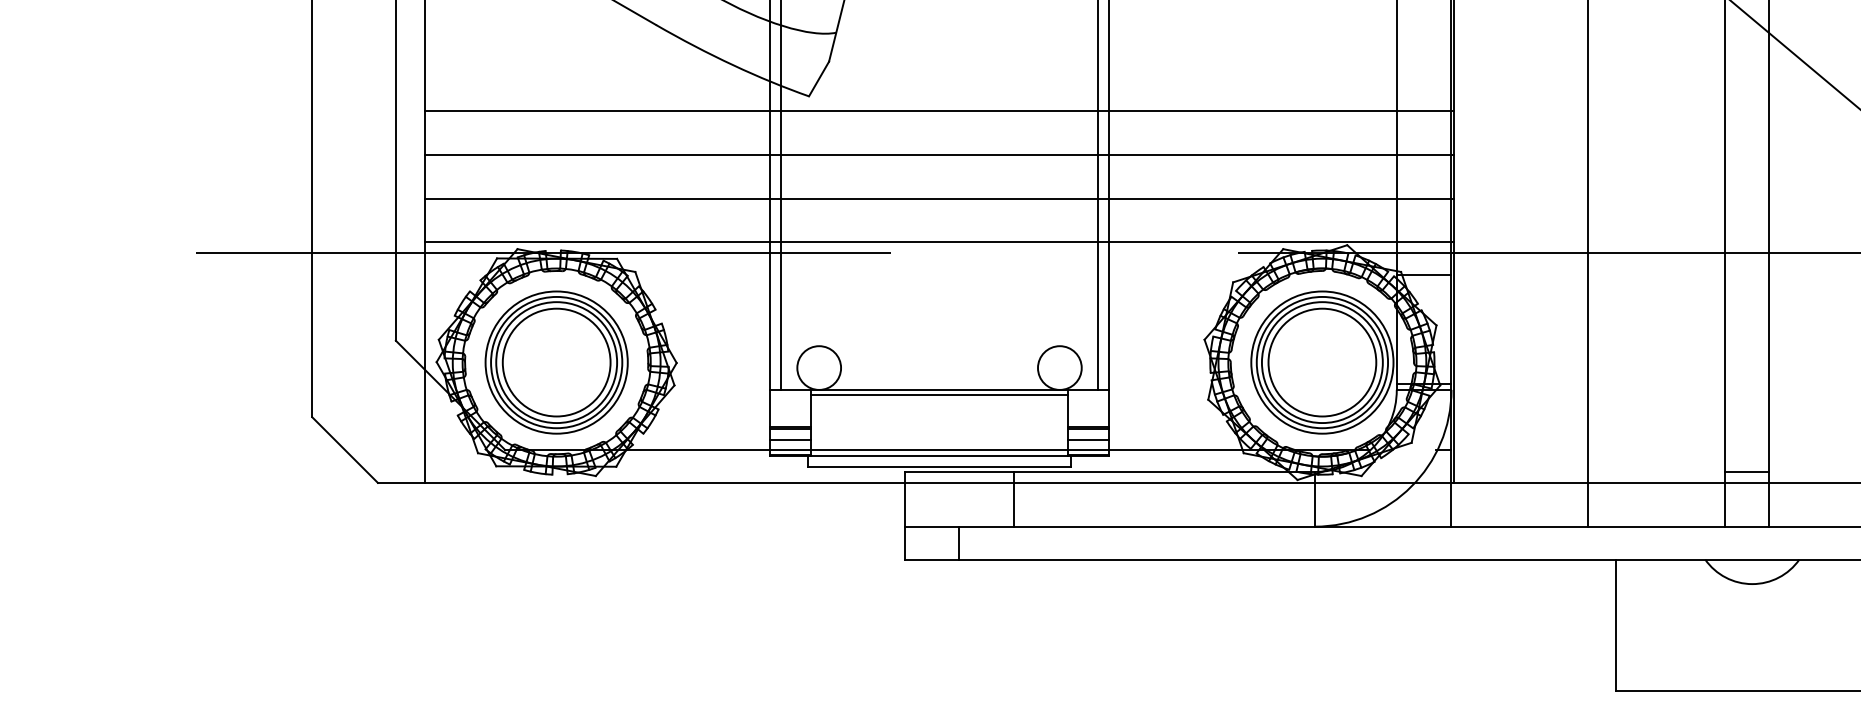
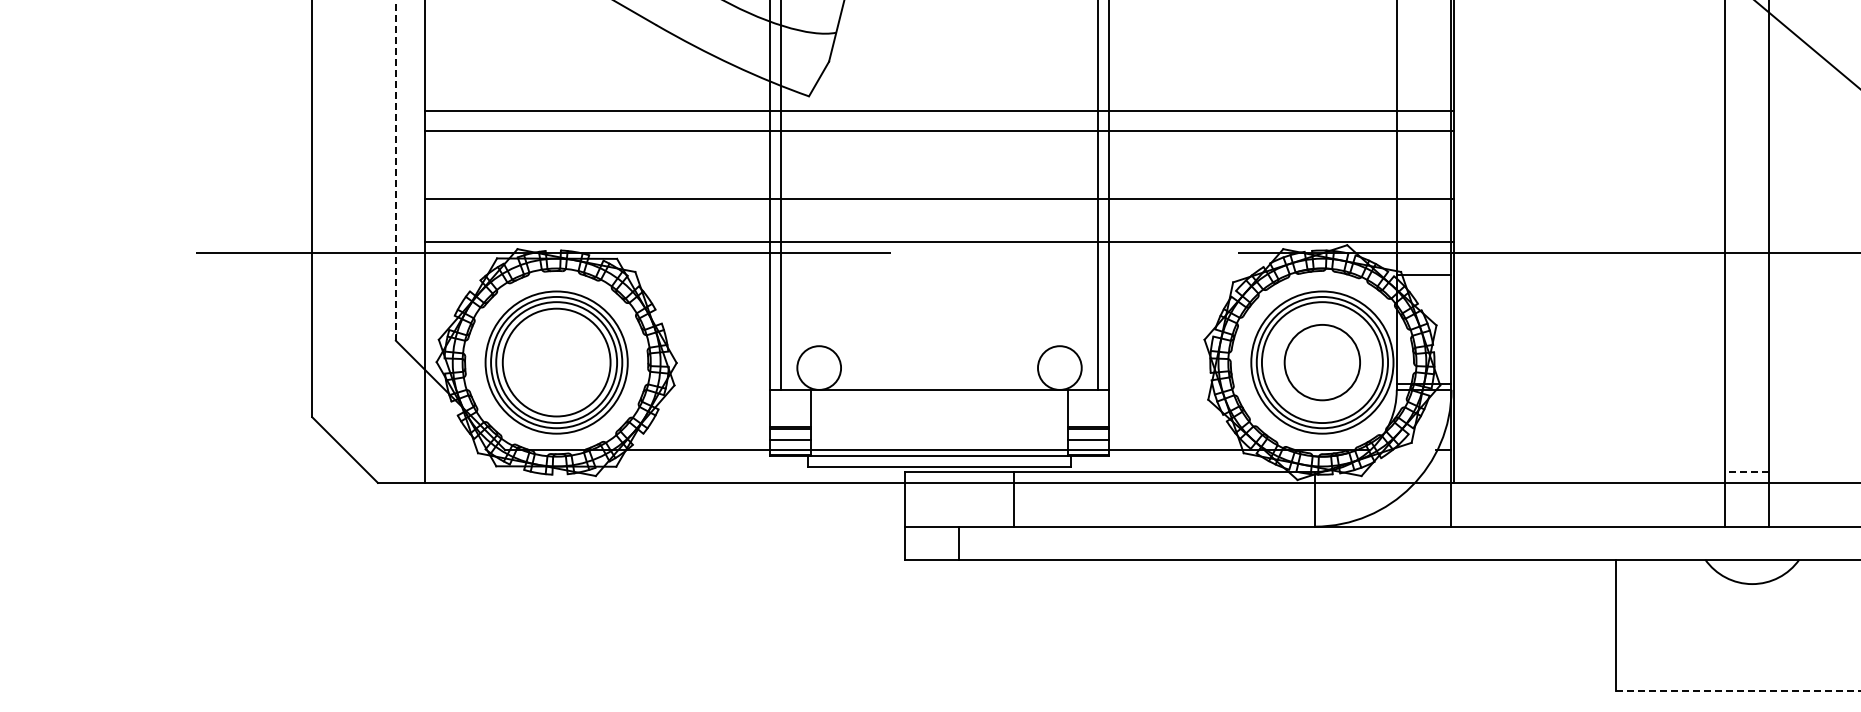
line at (1794, 54) position: (1794, 54) -> (1806, 44)
line at (939, 154) position: (939, 154) -> (939, 130)
line at (395, 170): solid -> dashed
line at (1588, 264): present -> none
circle at (1322, 362) diameter: 108 px -> 75 px
line at (939, 394): present -> none
line at (1746, 471): solid -> dashed
line at (1738, 690): solid -> dashed
